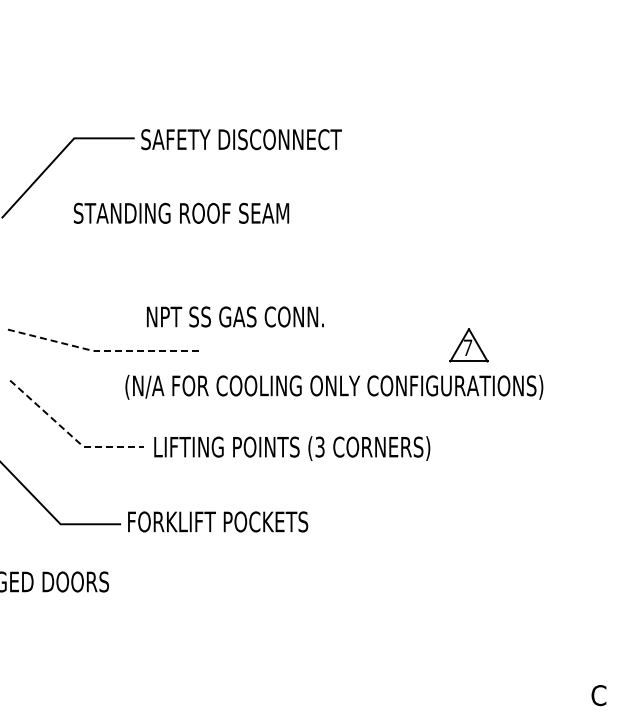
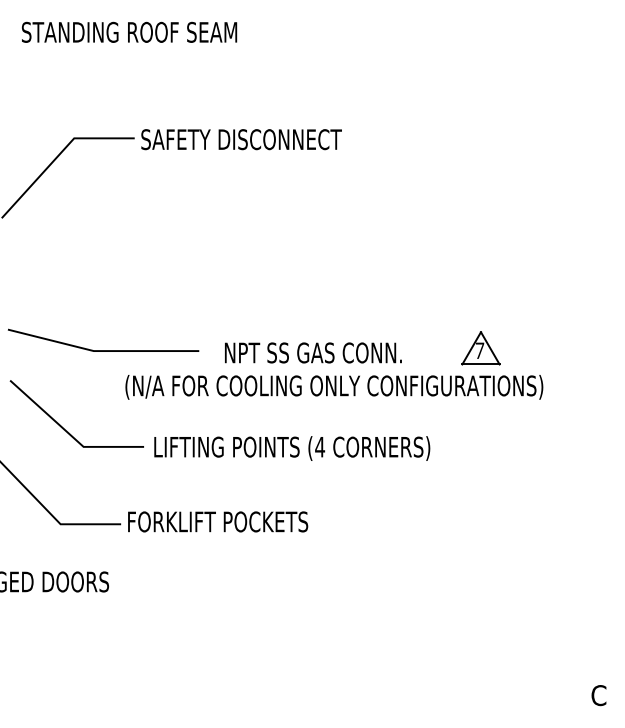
text at (181, 212) position: (181, 212) -> (129, 31)
text at (235, 316) position: (235, 316) -> (313, 352)
part at (468, 345) position: (468, 345) -> (480, 348)
line at (101, 351): dashed -> solid
line at (70, 434): dashed -> solid
text at (320, 446): (3 -> (4
